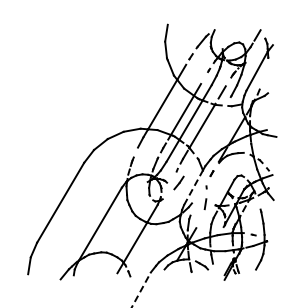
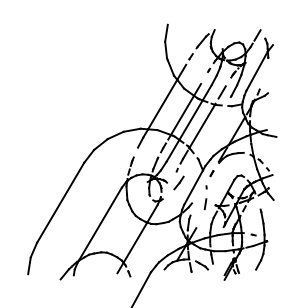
line at (193, 187): dashed -> solid
line at (141, 289): dashed -> solid
